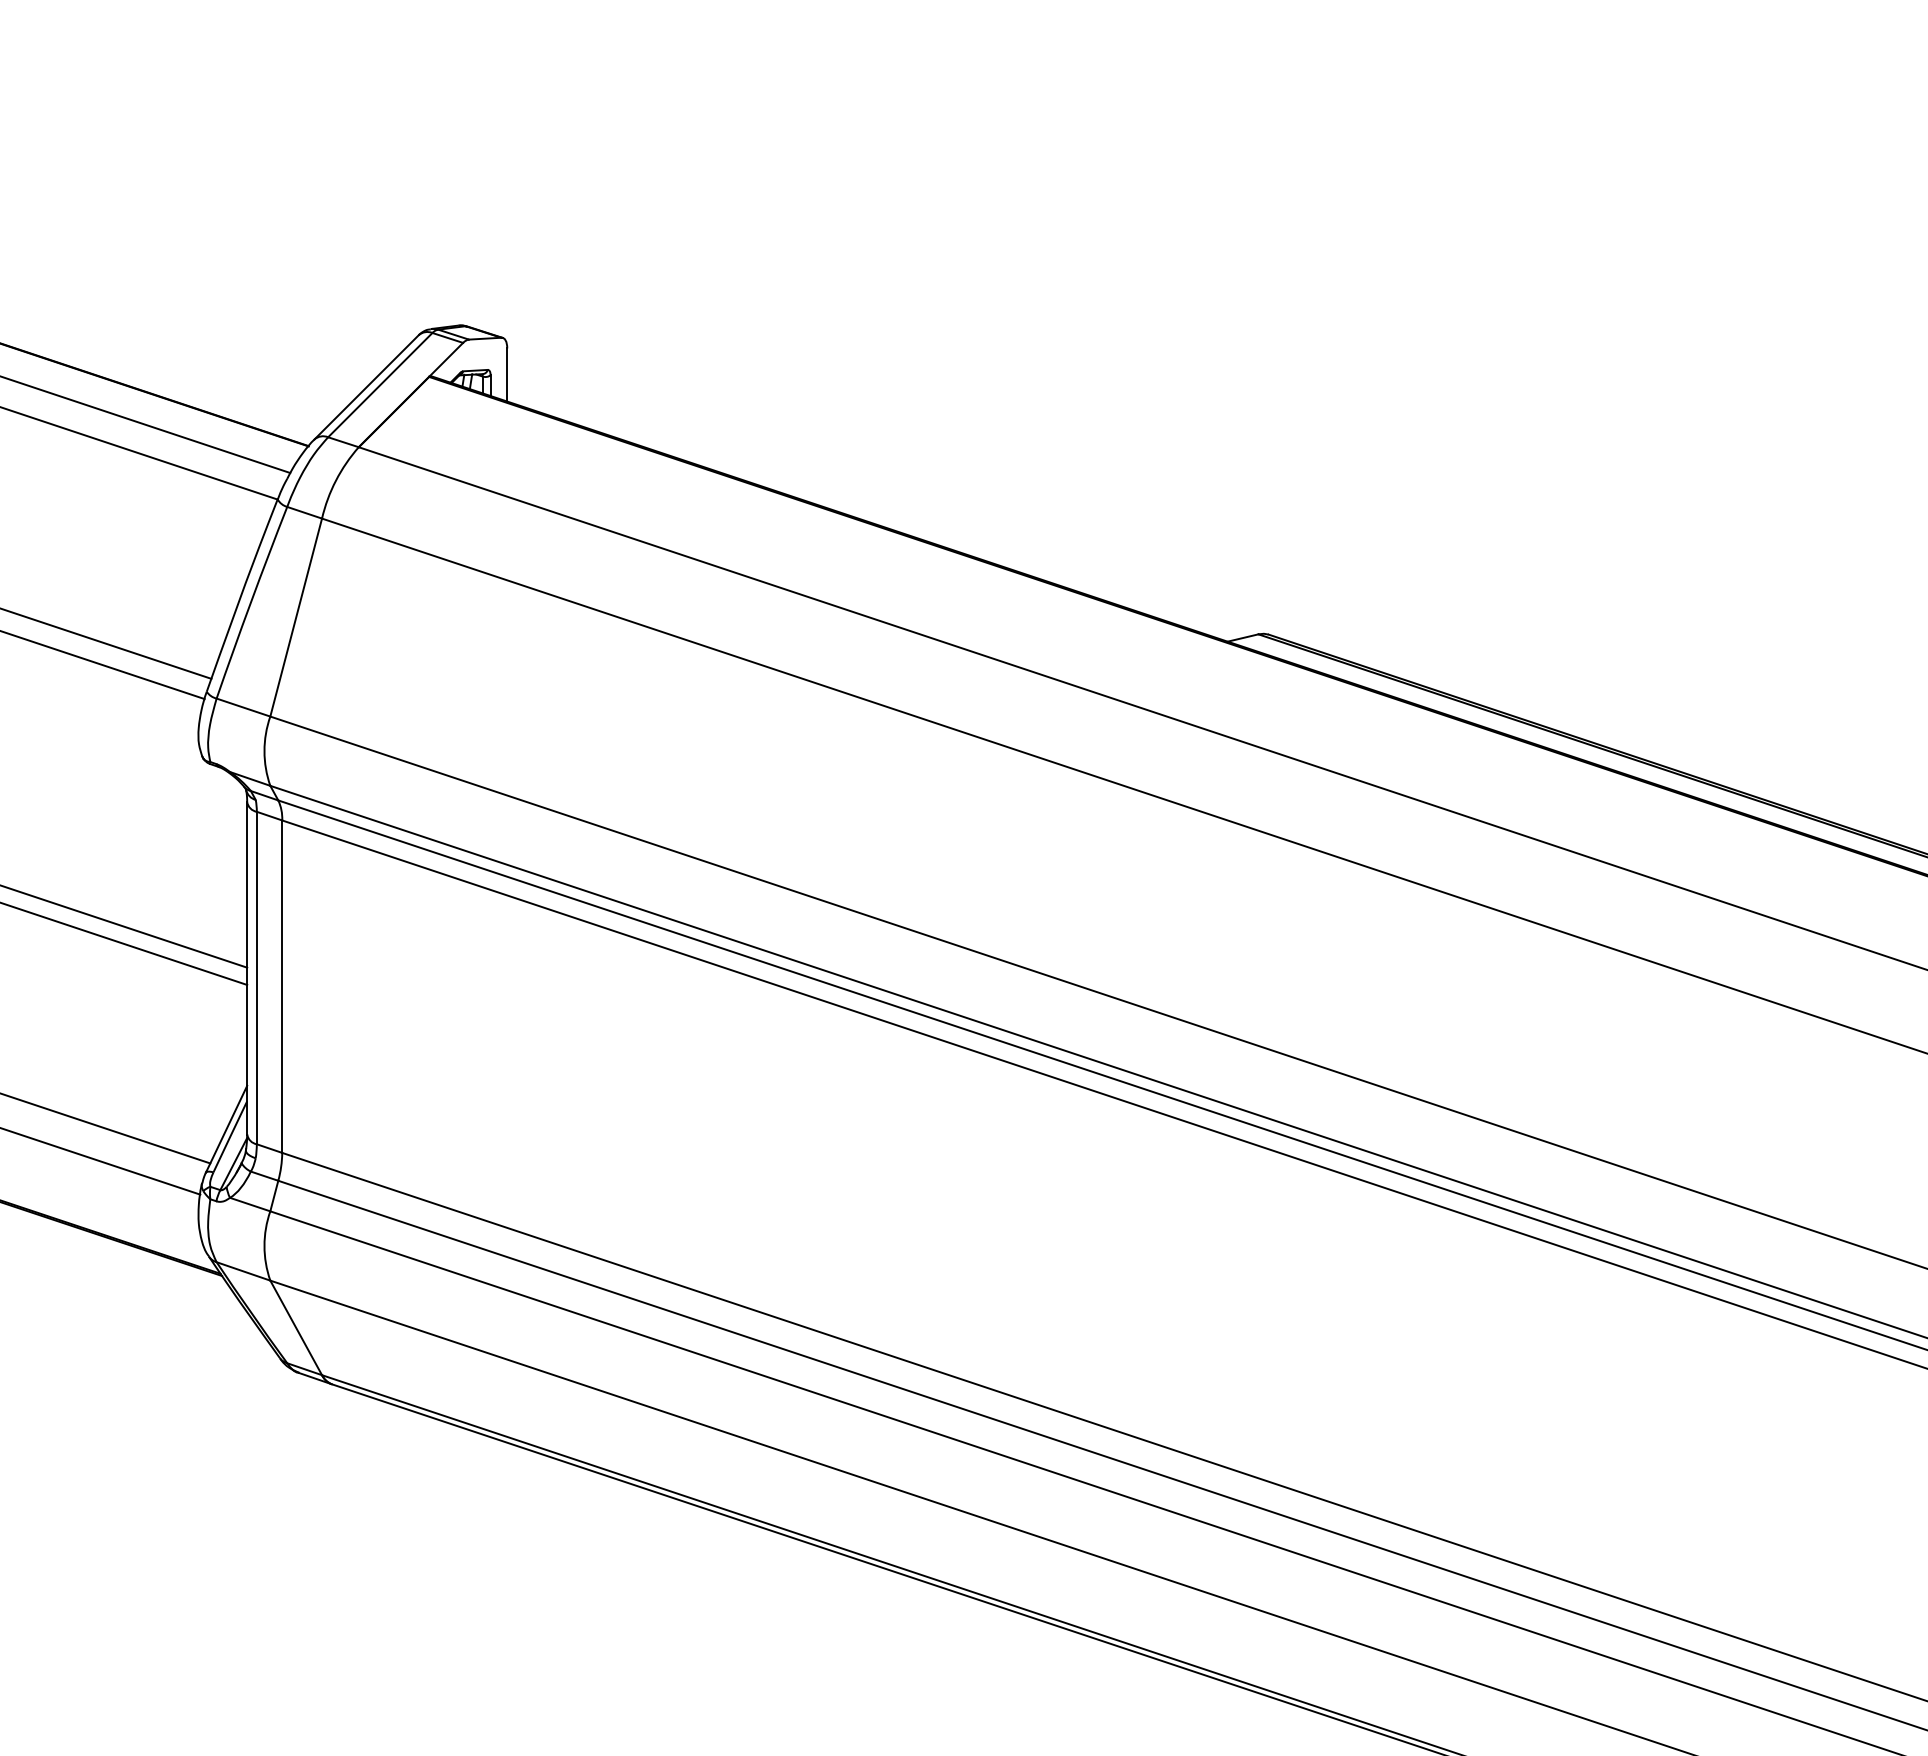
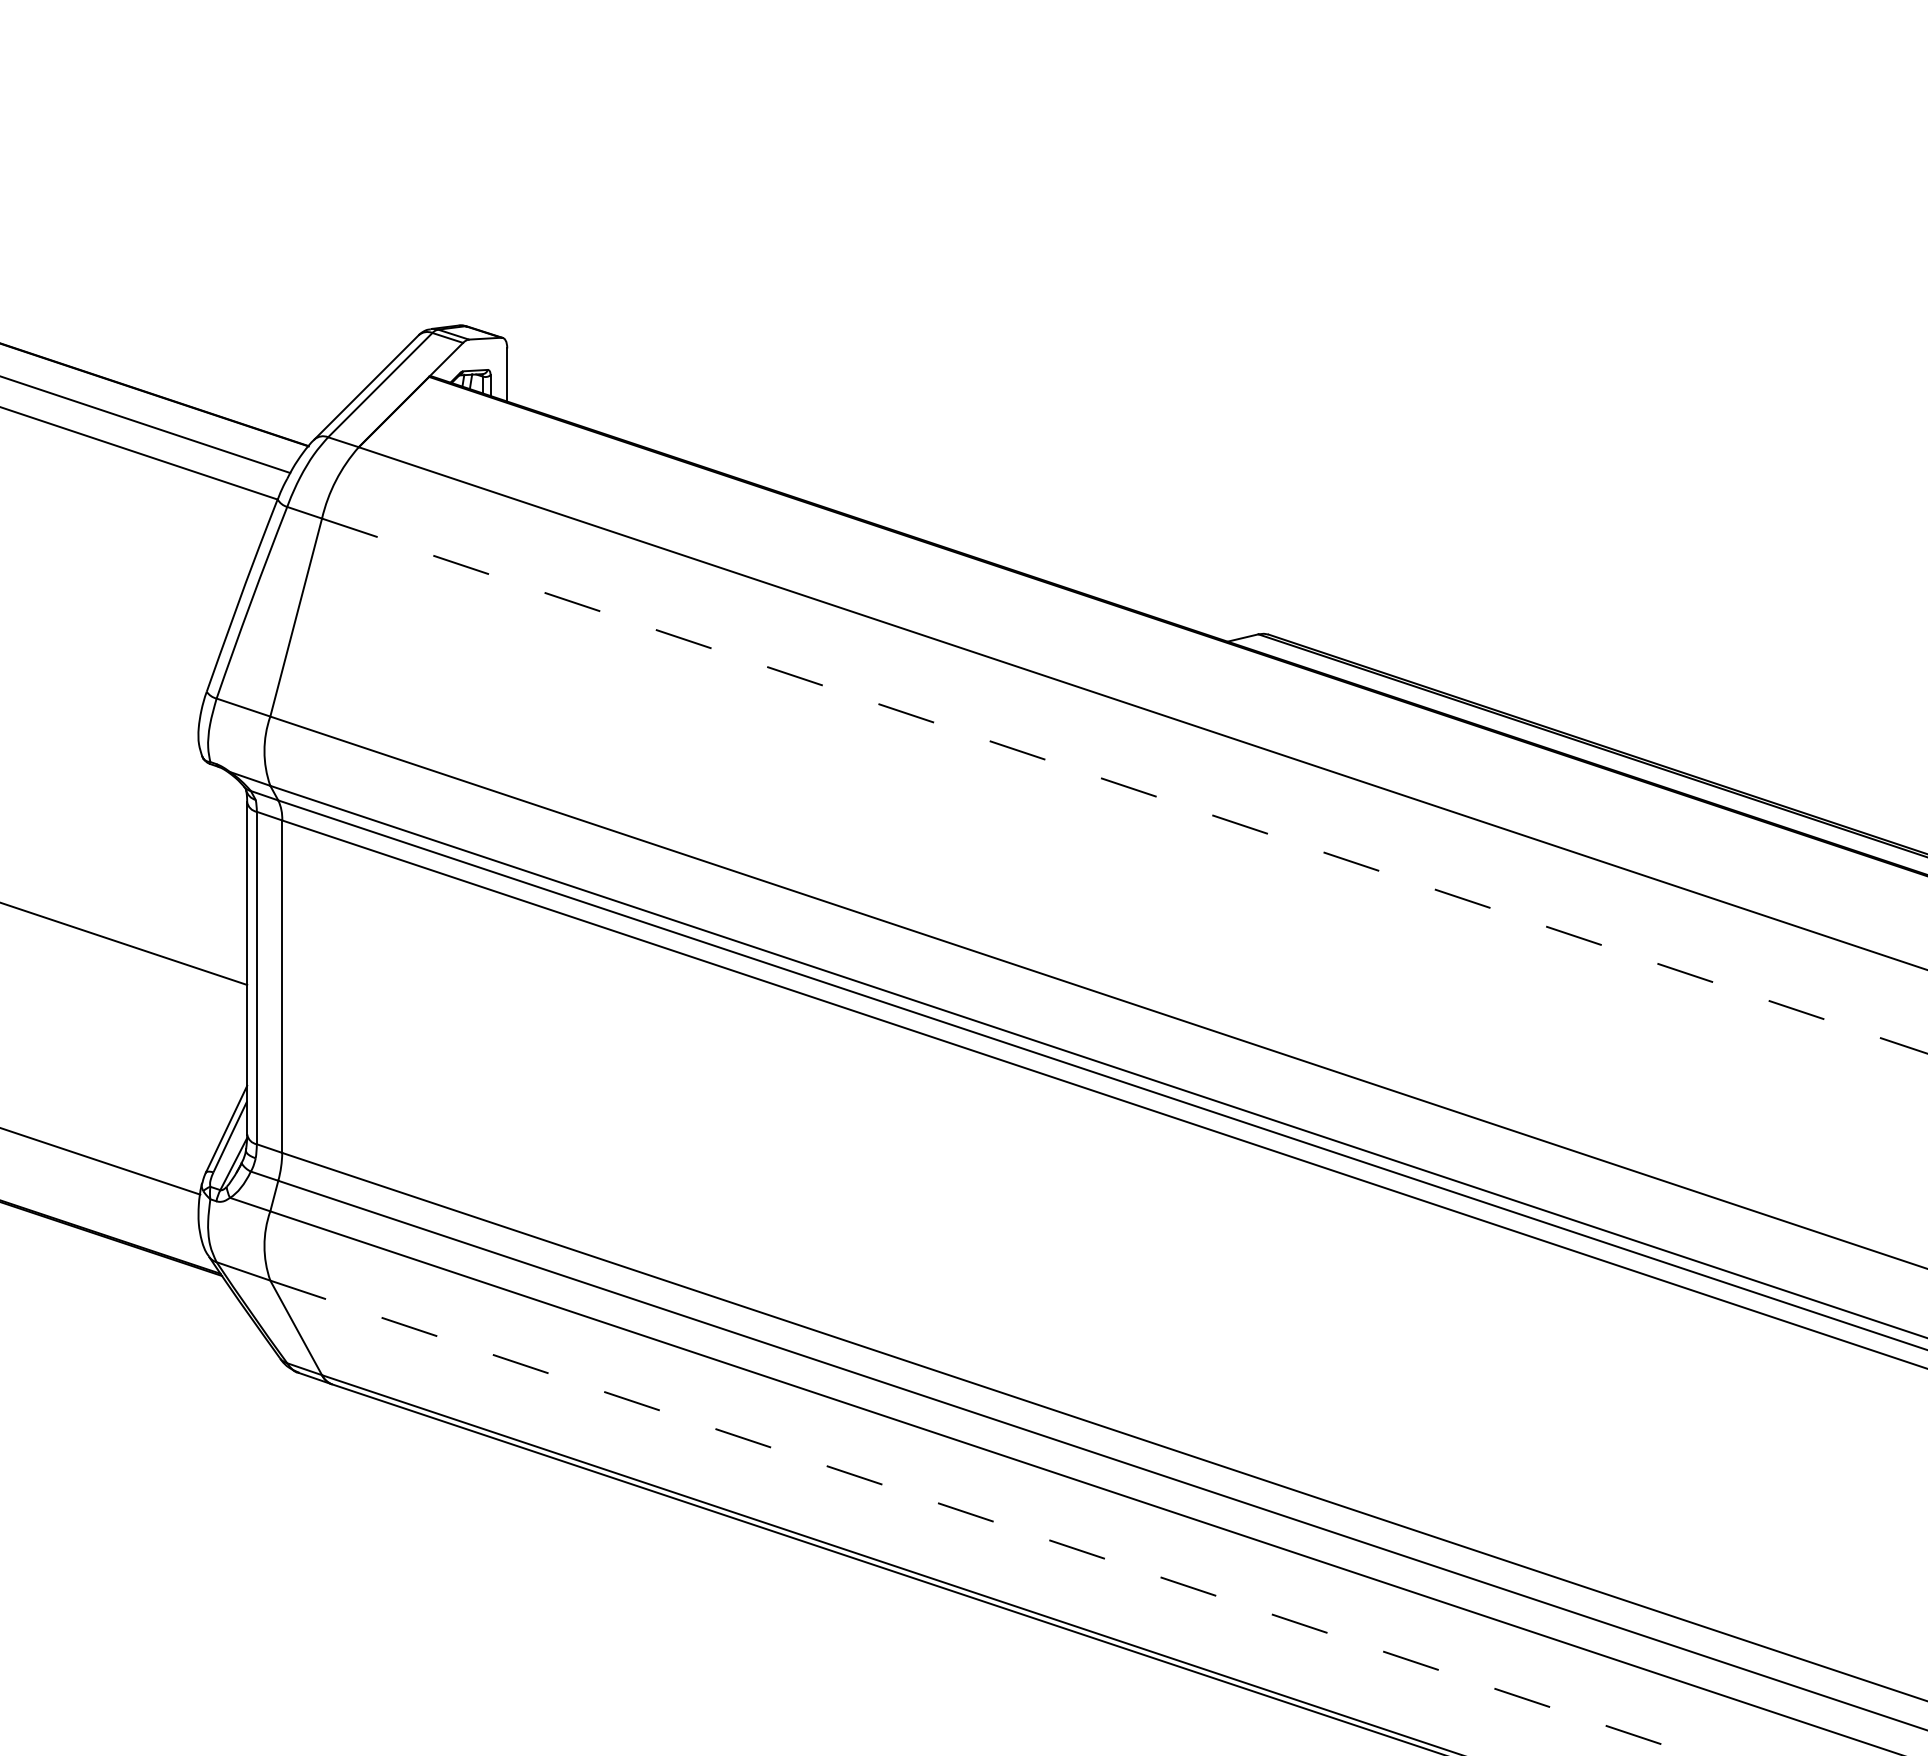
line at (106, 643): present -> none
line at (103, 665): present -> none
line at (1124, 786): solid -> dashed
line at (124, 926): present -> none
line at (106, 1128): present -> none
line at (983, 1518): solid -> dashed
